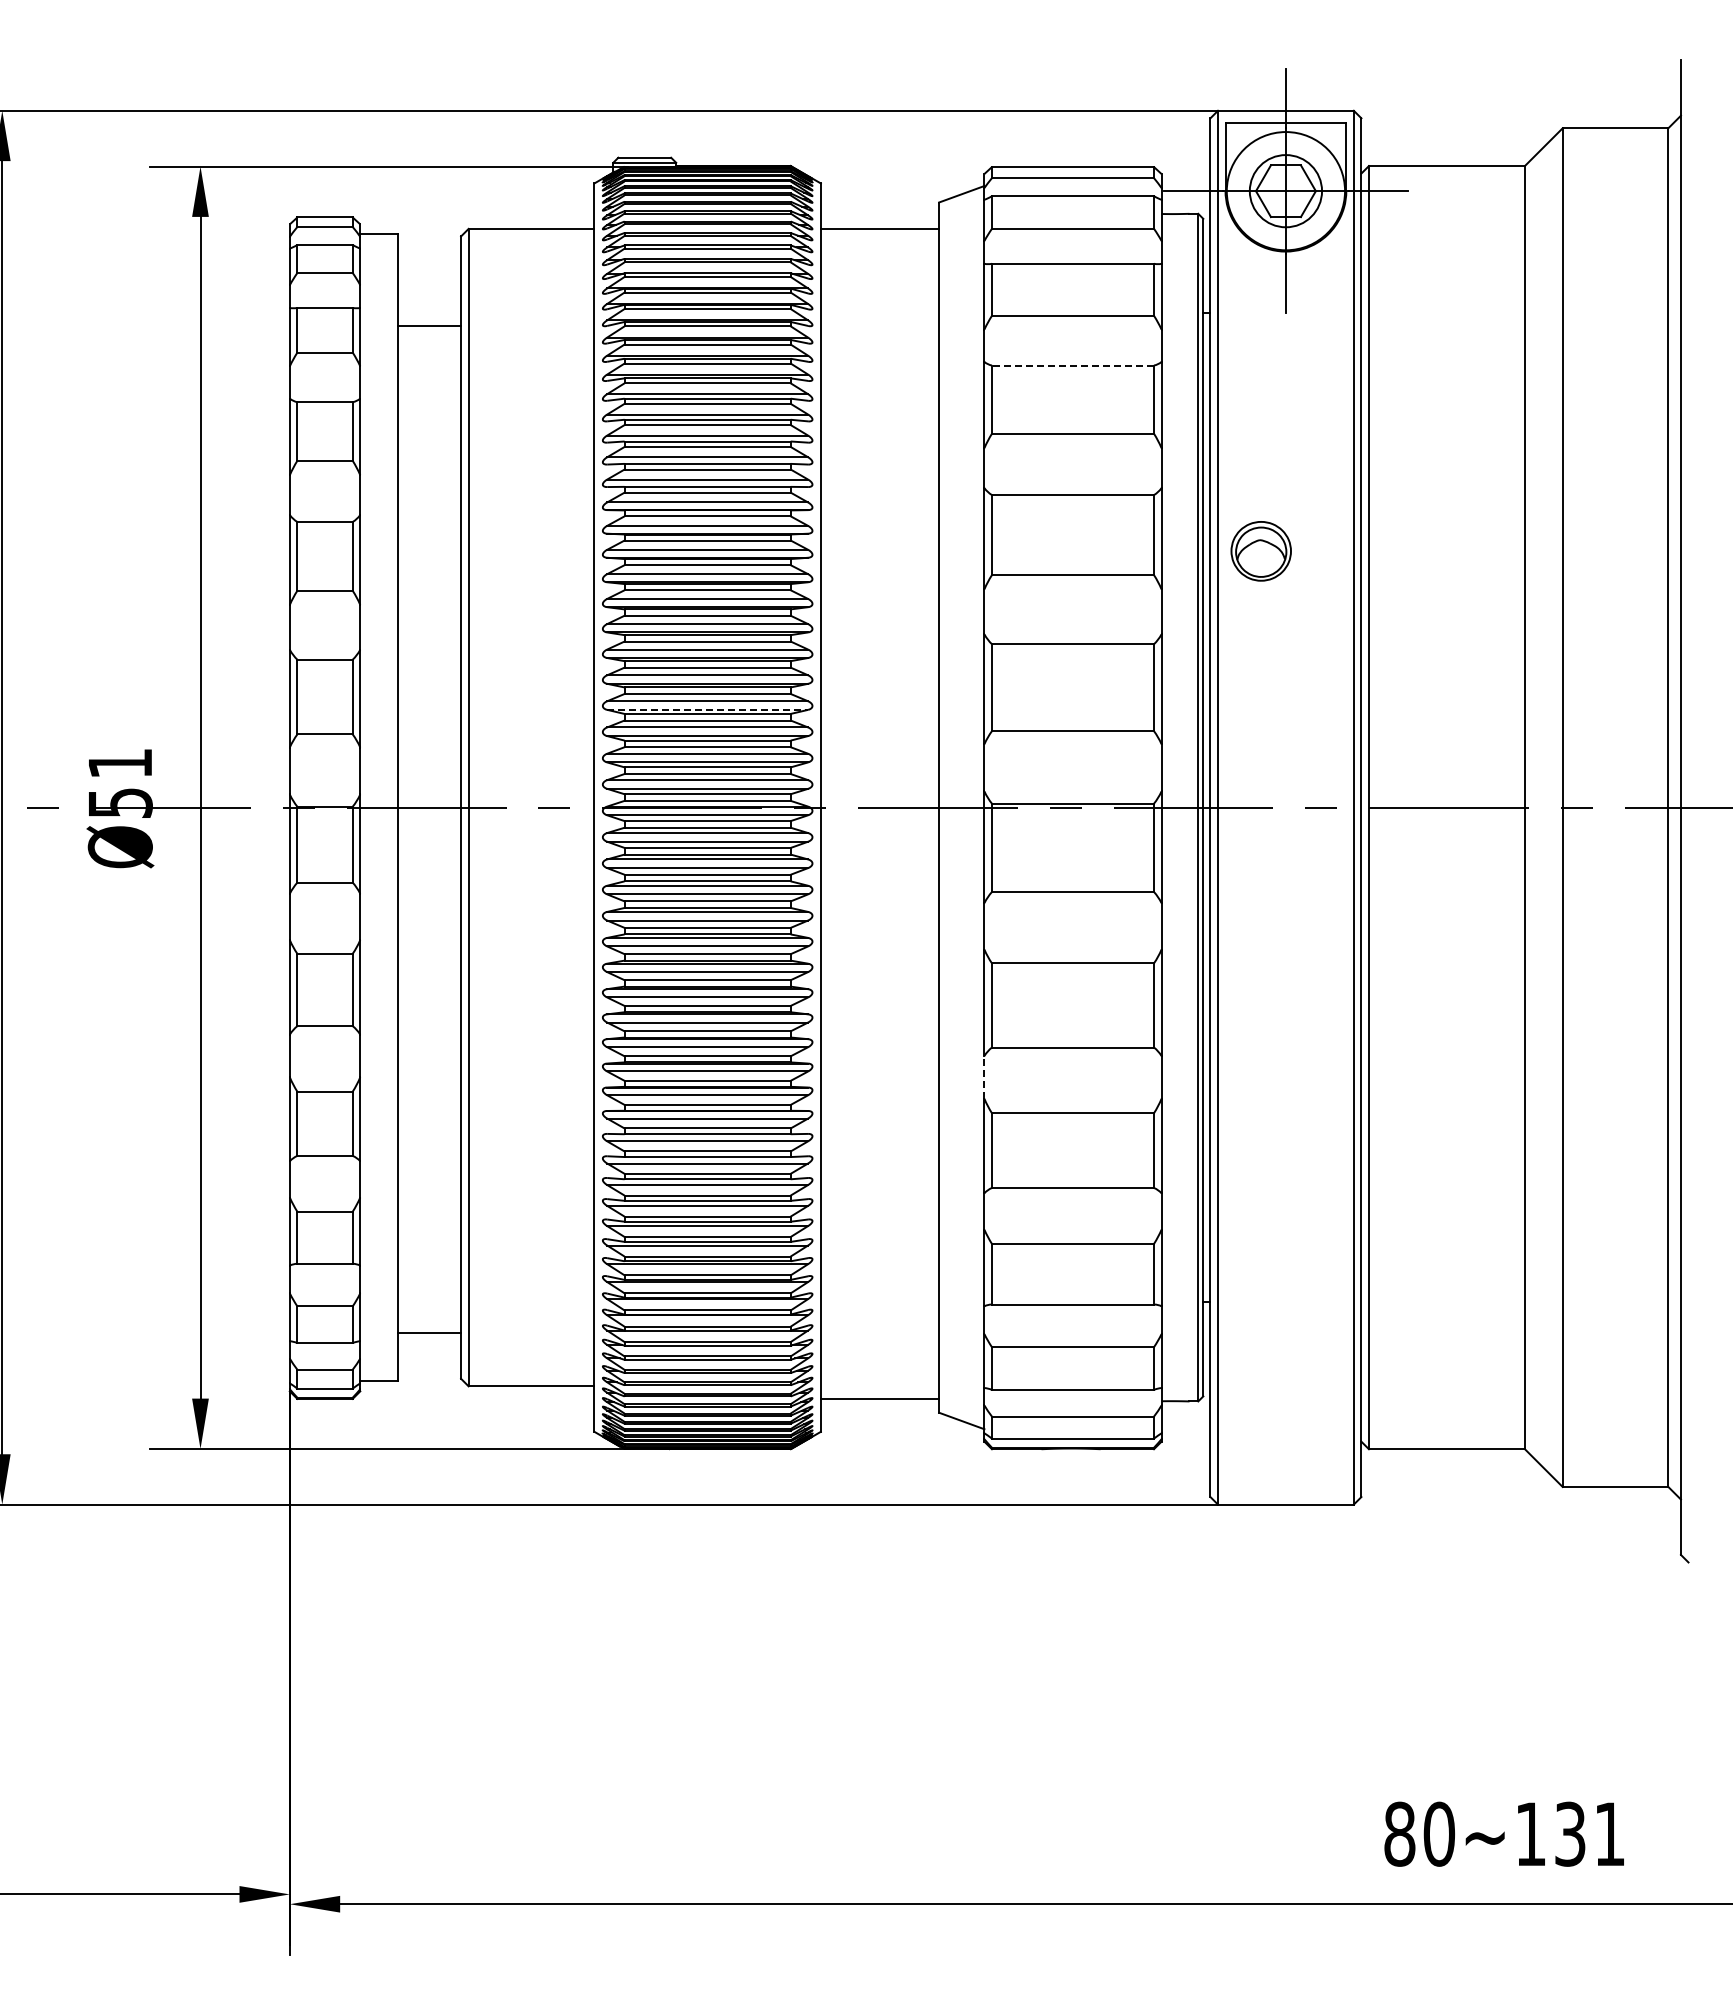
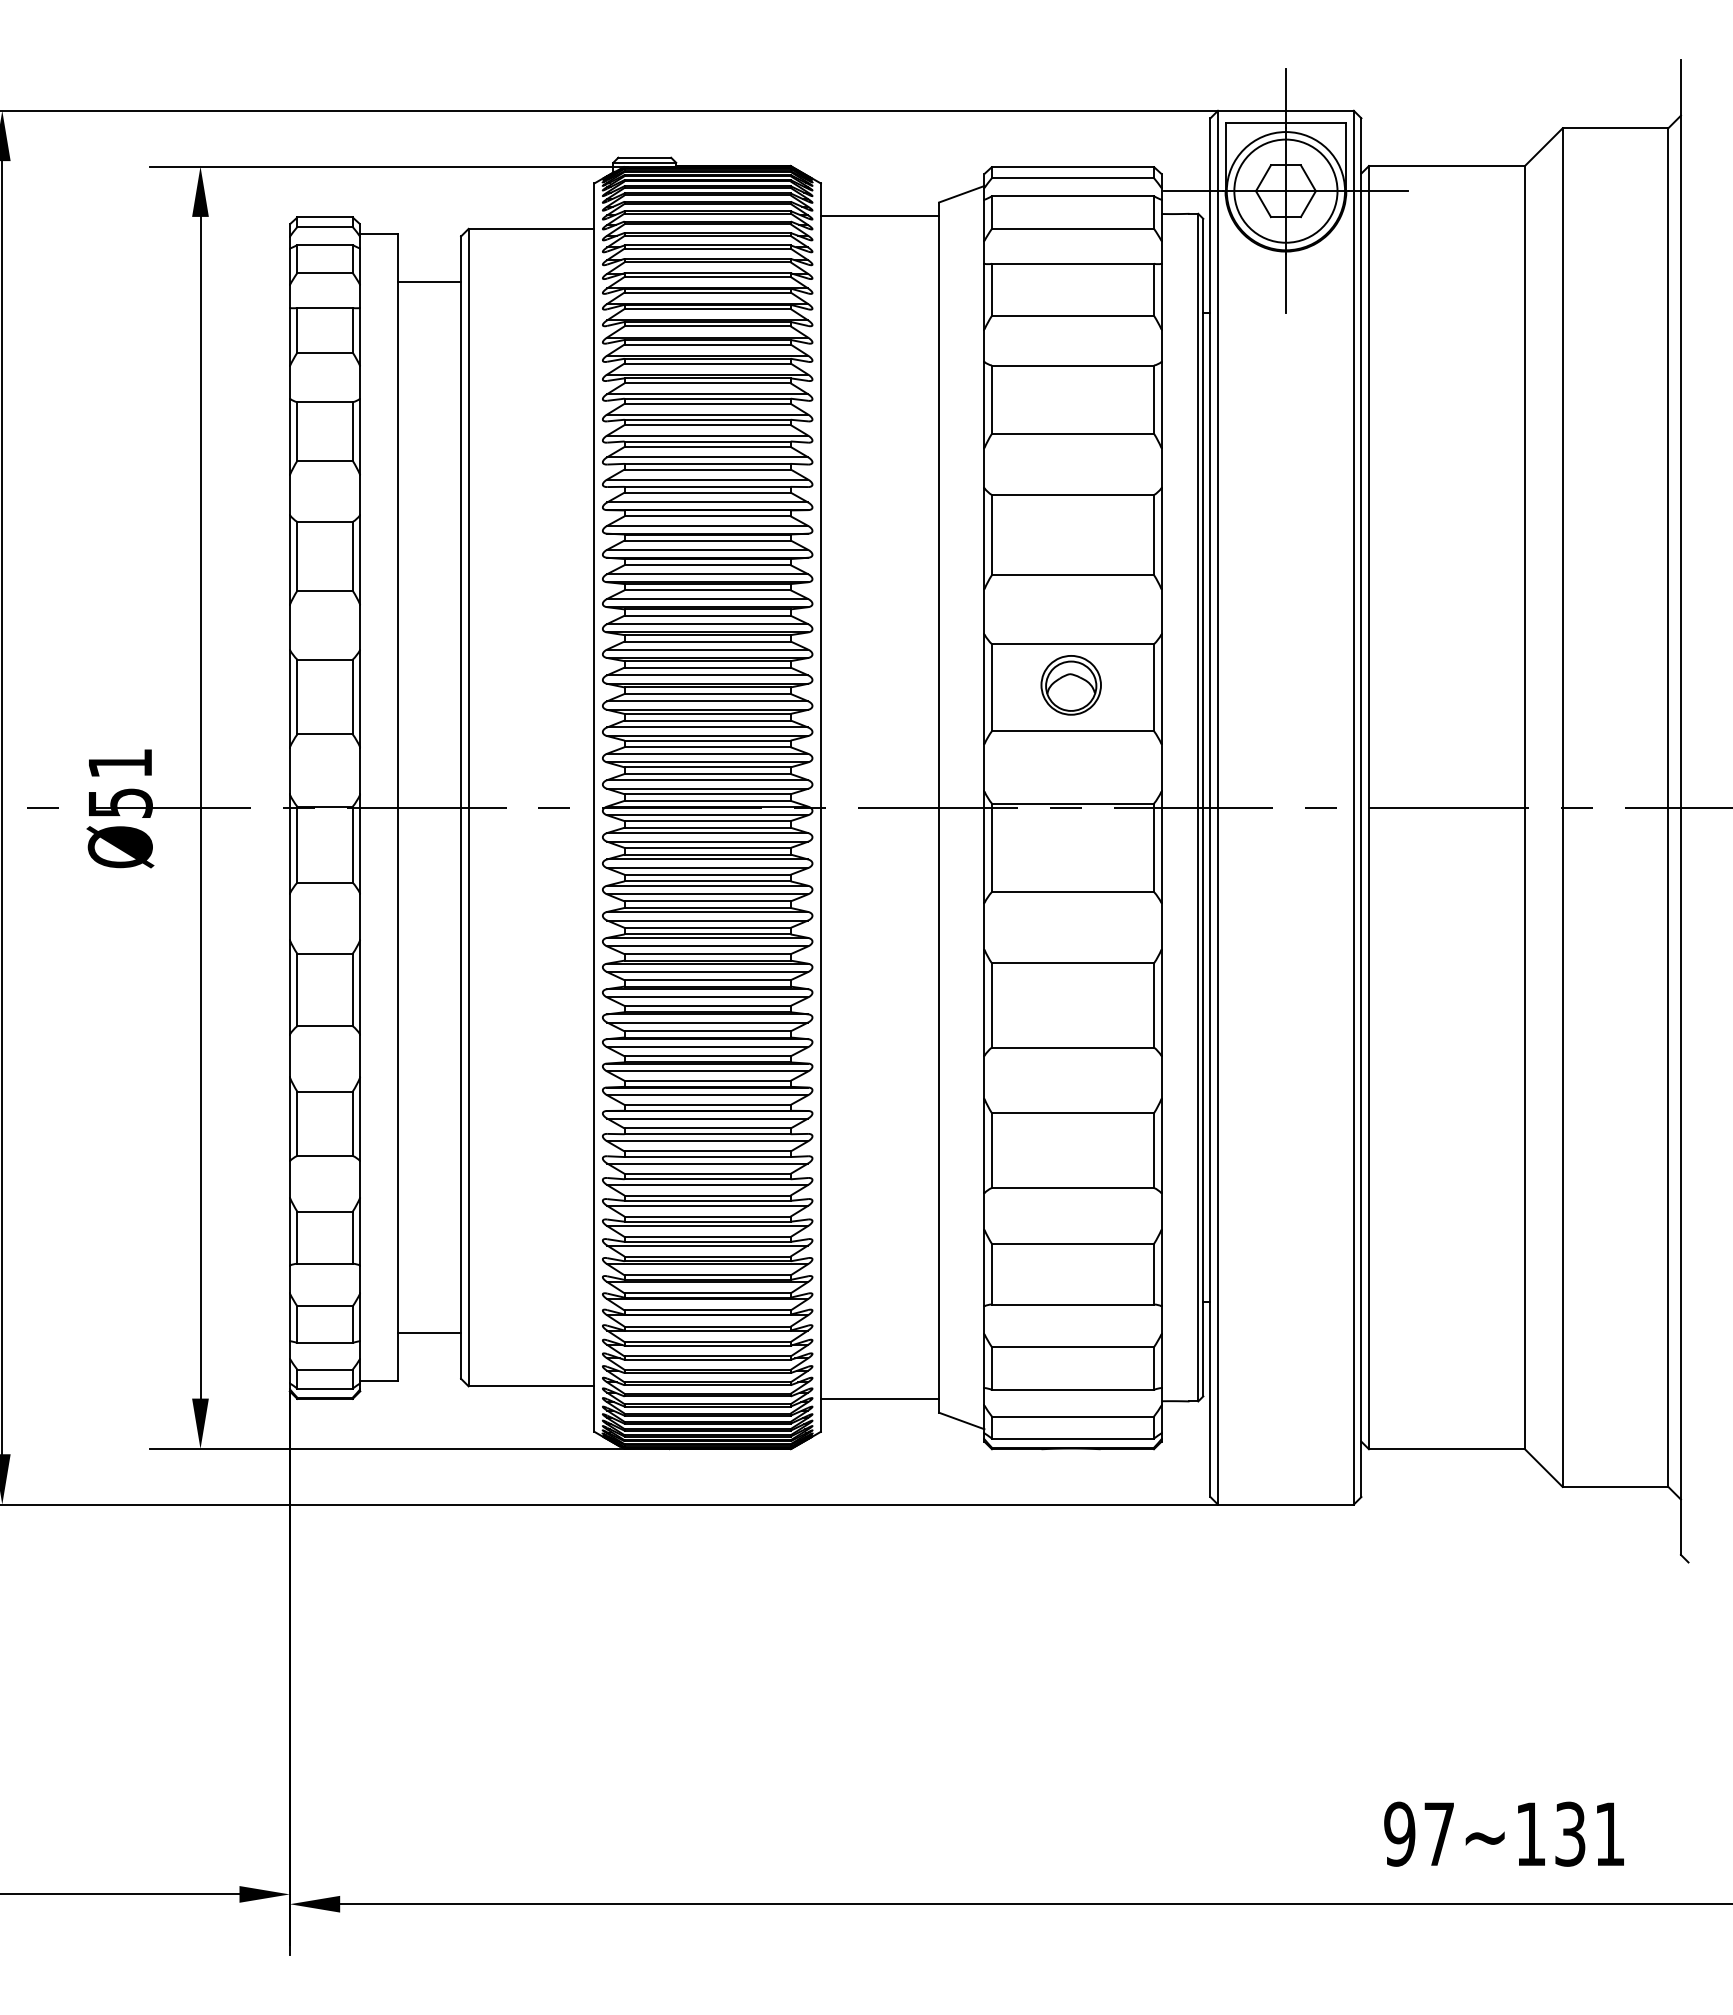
circle at (1285, 191) diameter: 72 px -> 103 px
line at (879, 229) position: (879, 229) -> (879, 216)
line at (429, 325) position: (429, 325) -> (429, 281)
line at (1072, 365): dashed -> solid
part at (1260, 551) position: (1260, 551) -> (1070, 685)
line at (708, 709): dashed -> solid
line at (984, 1076): dashed -> solid
text at (1419, 1833): 80~131 -> 97~131
